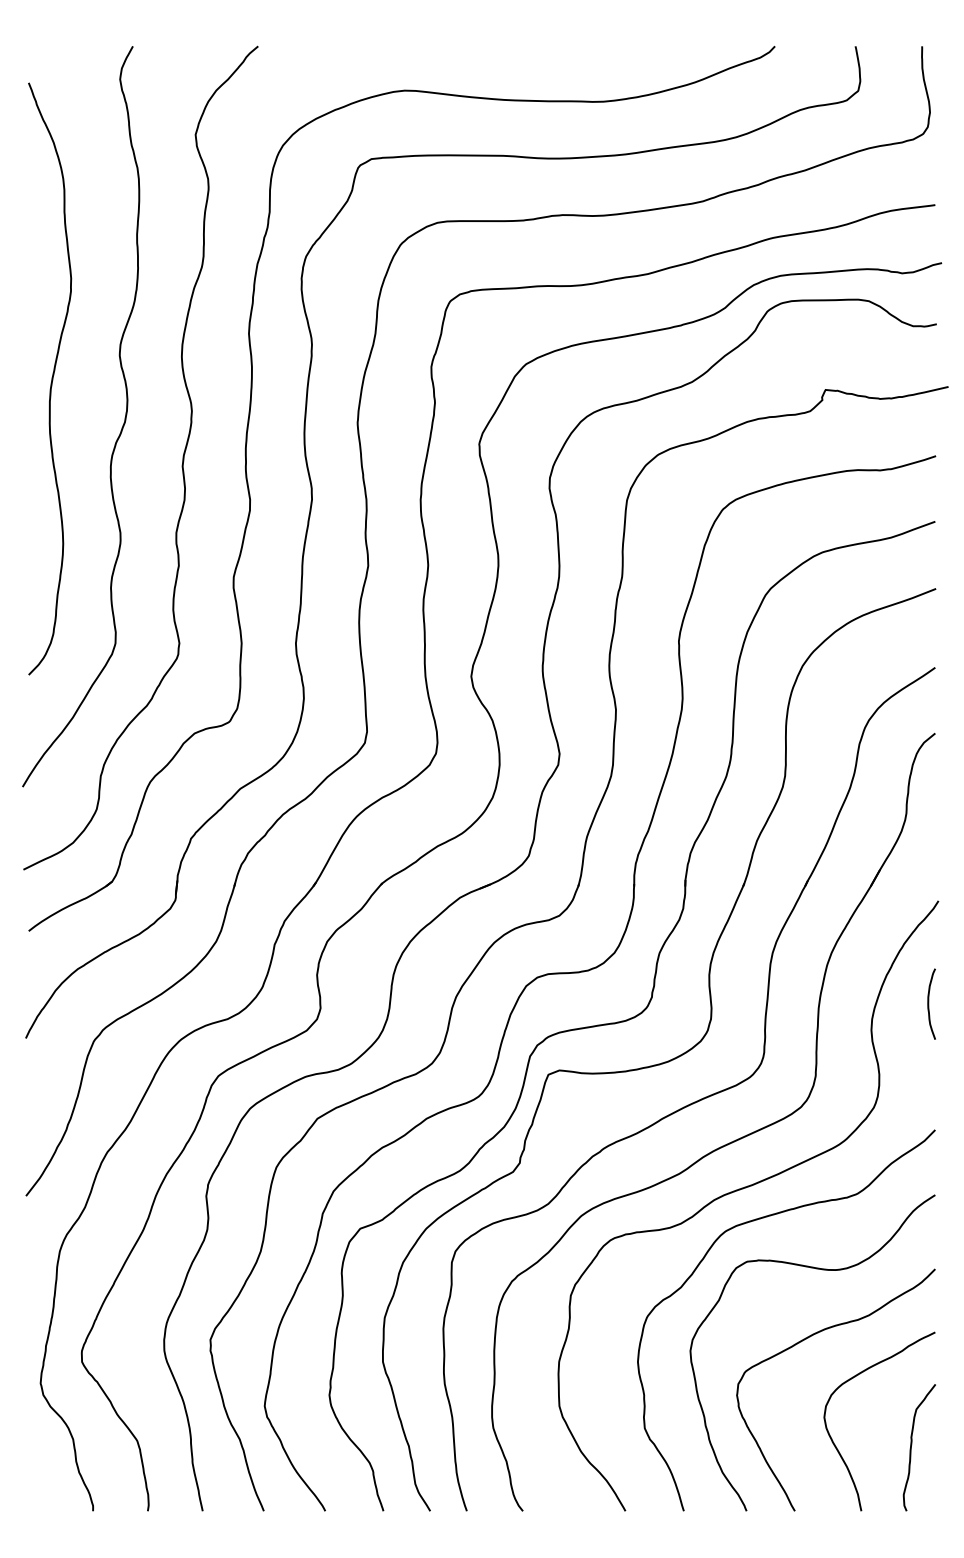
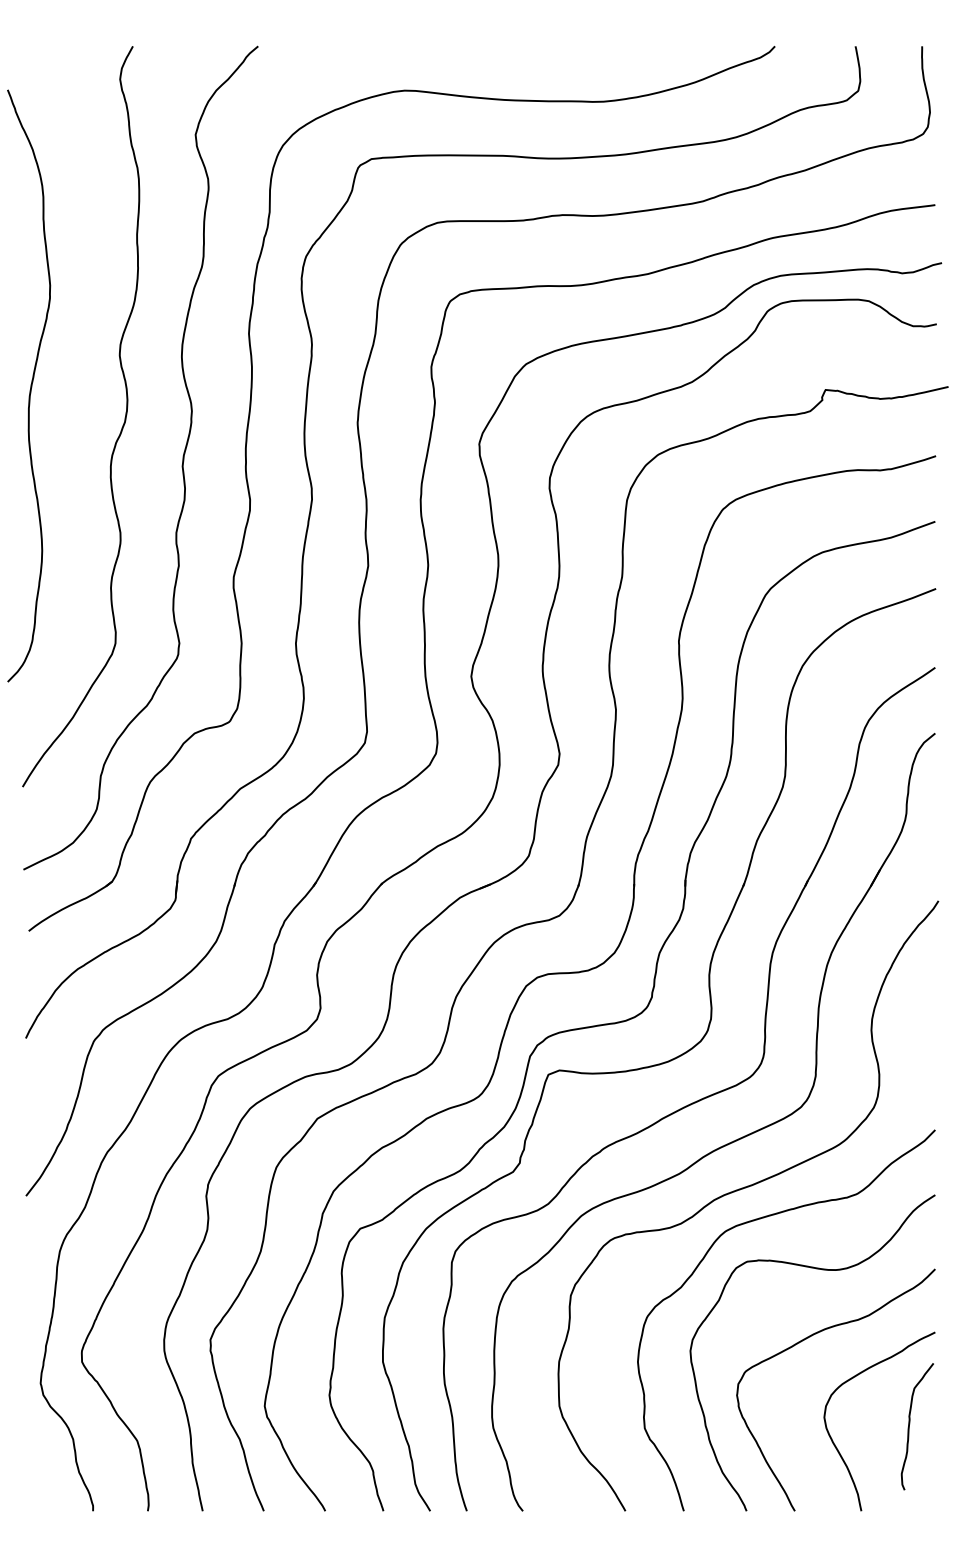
curve at (51, 378) position: (51, 378) -> (30, 385)
curve at (929, 1003): present -> none
curve at (912, 1444) position: (912, 1444) -> (910, 1423)
